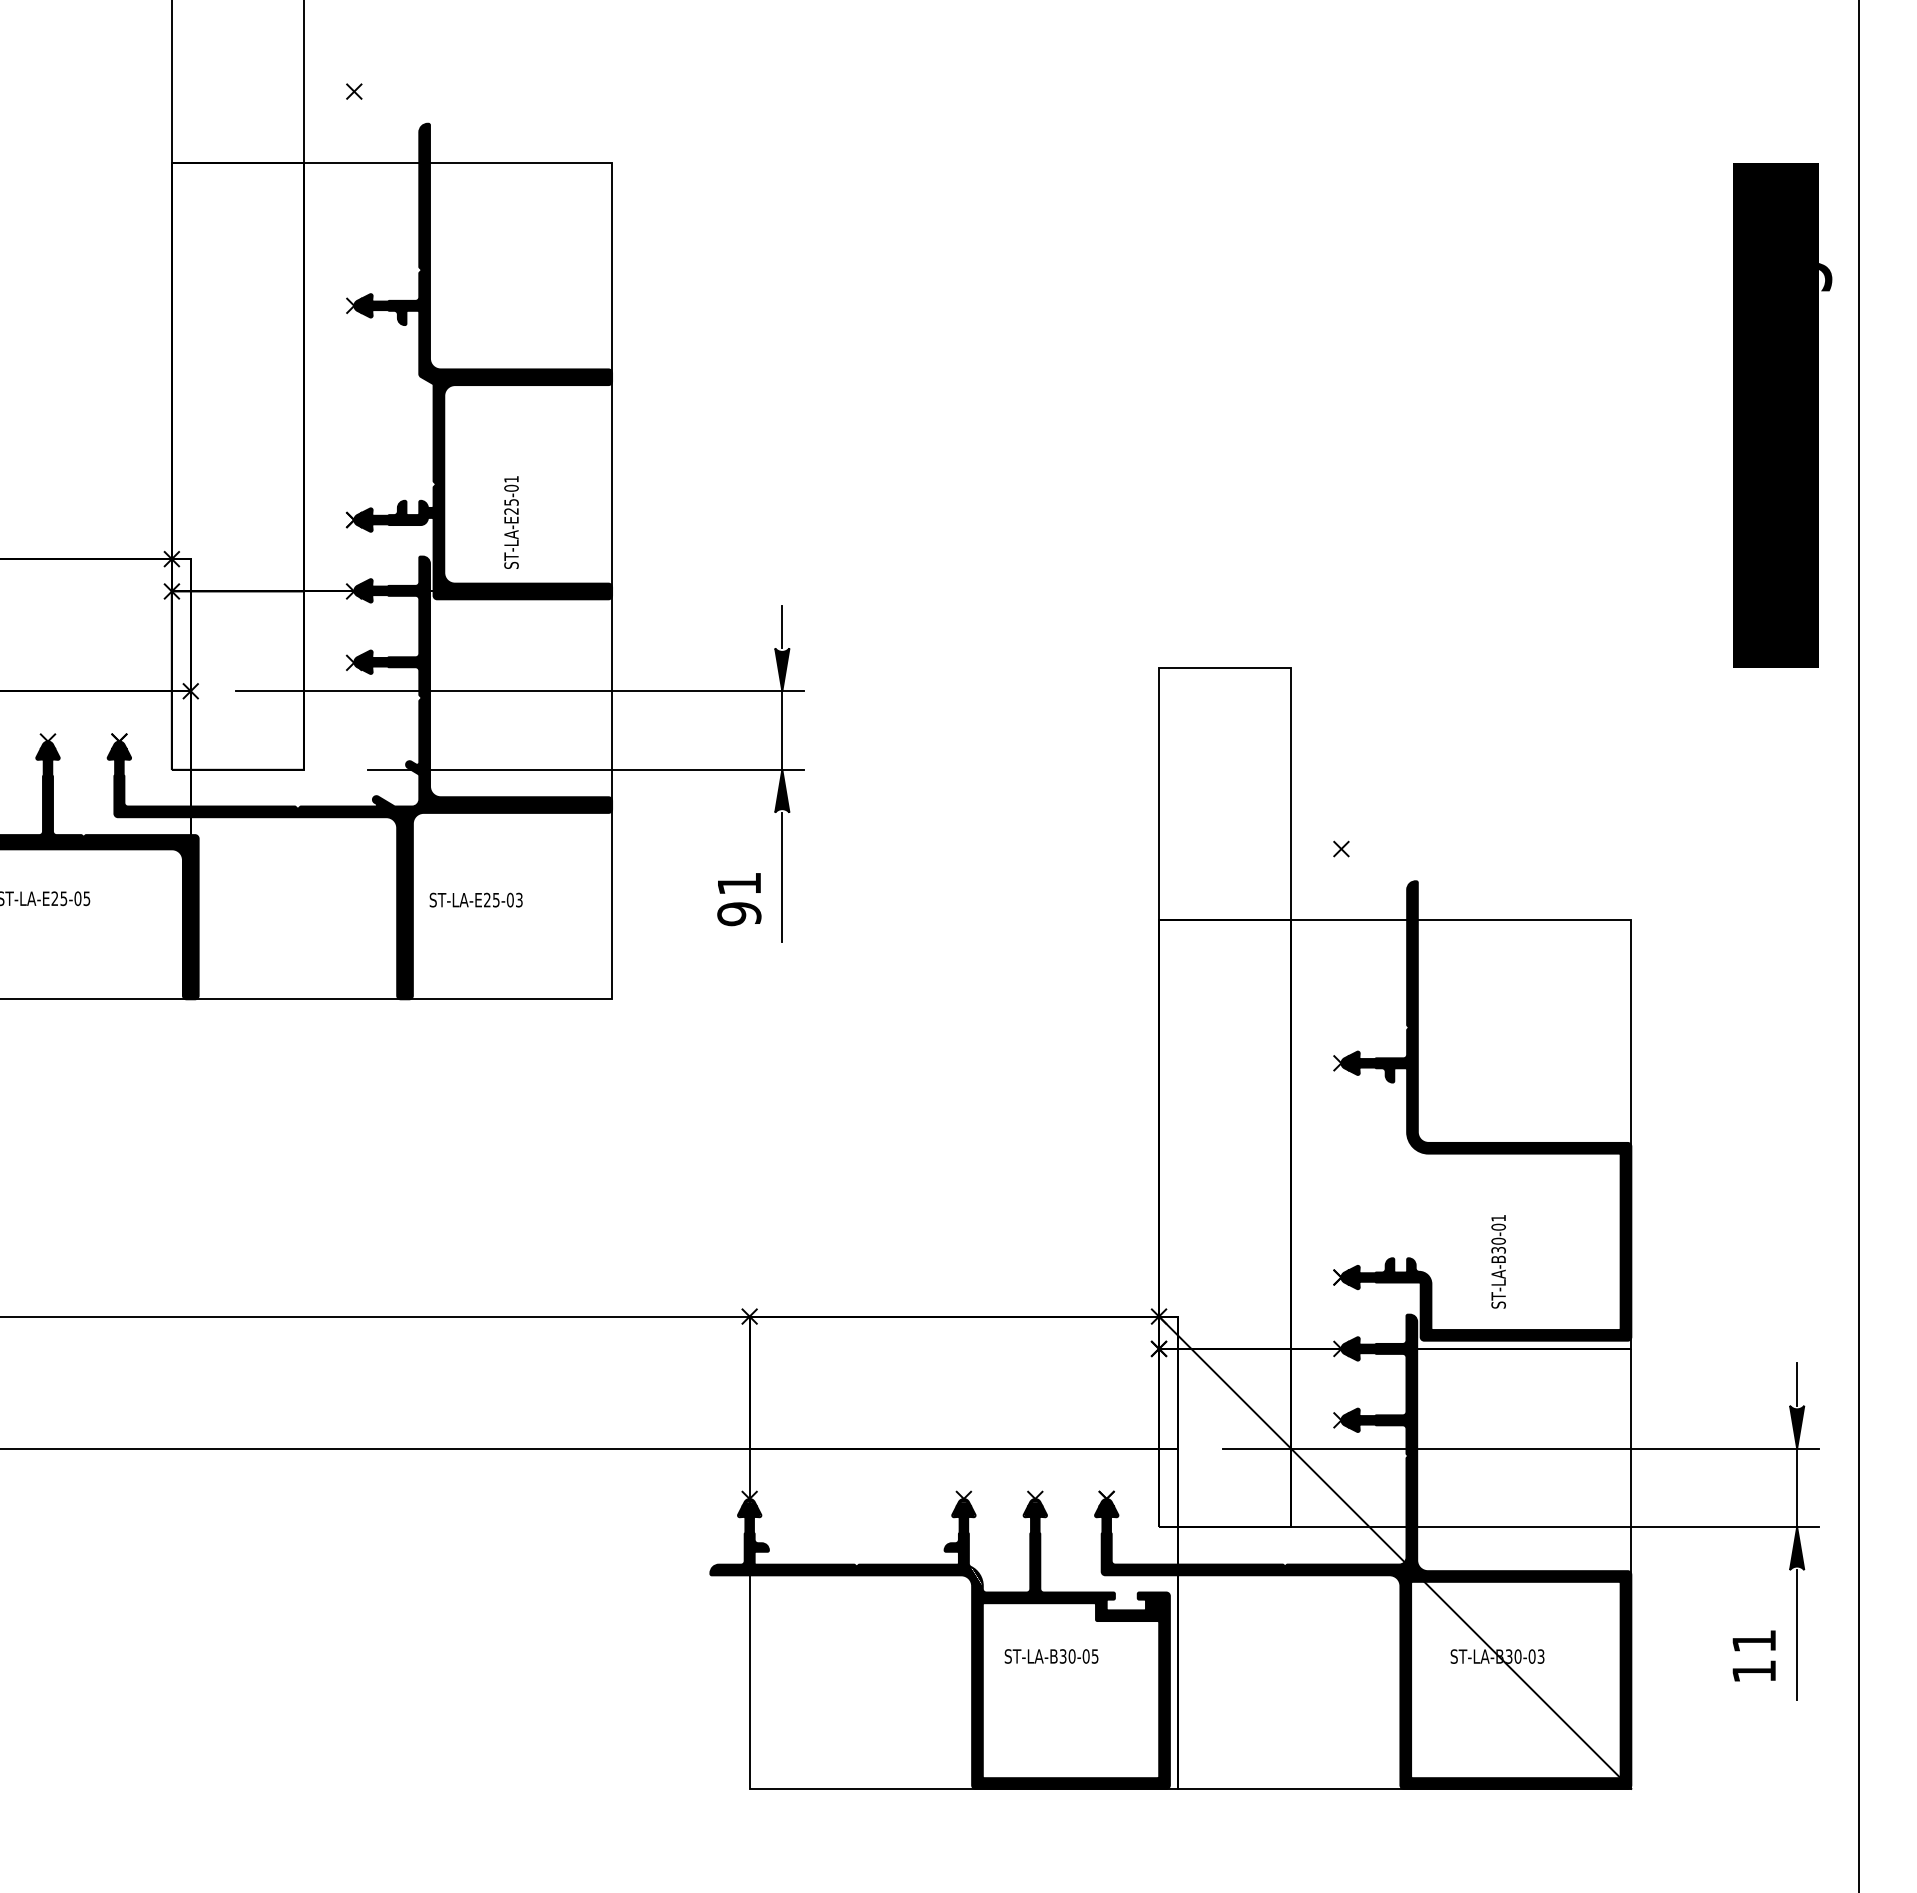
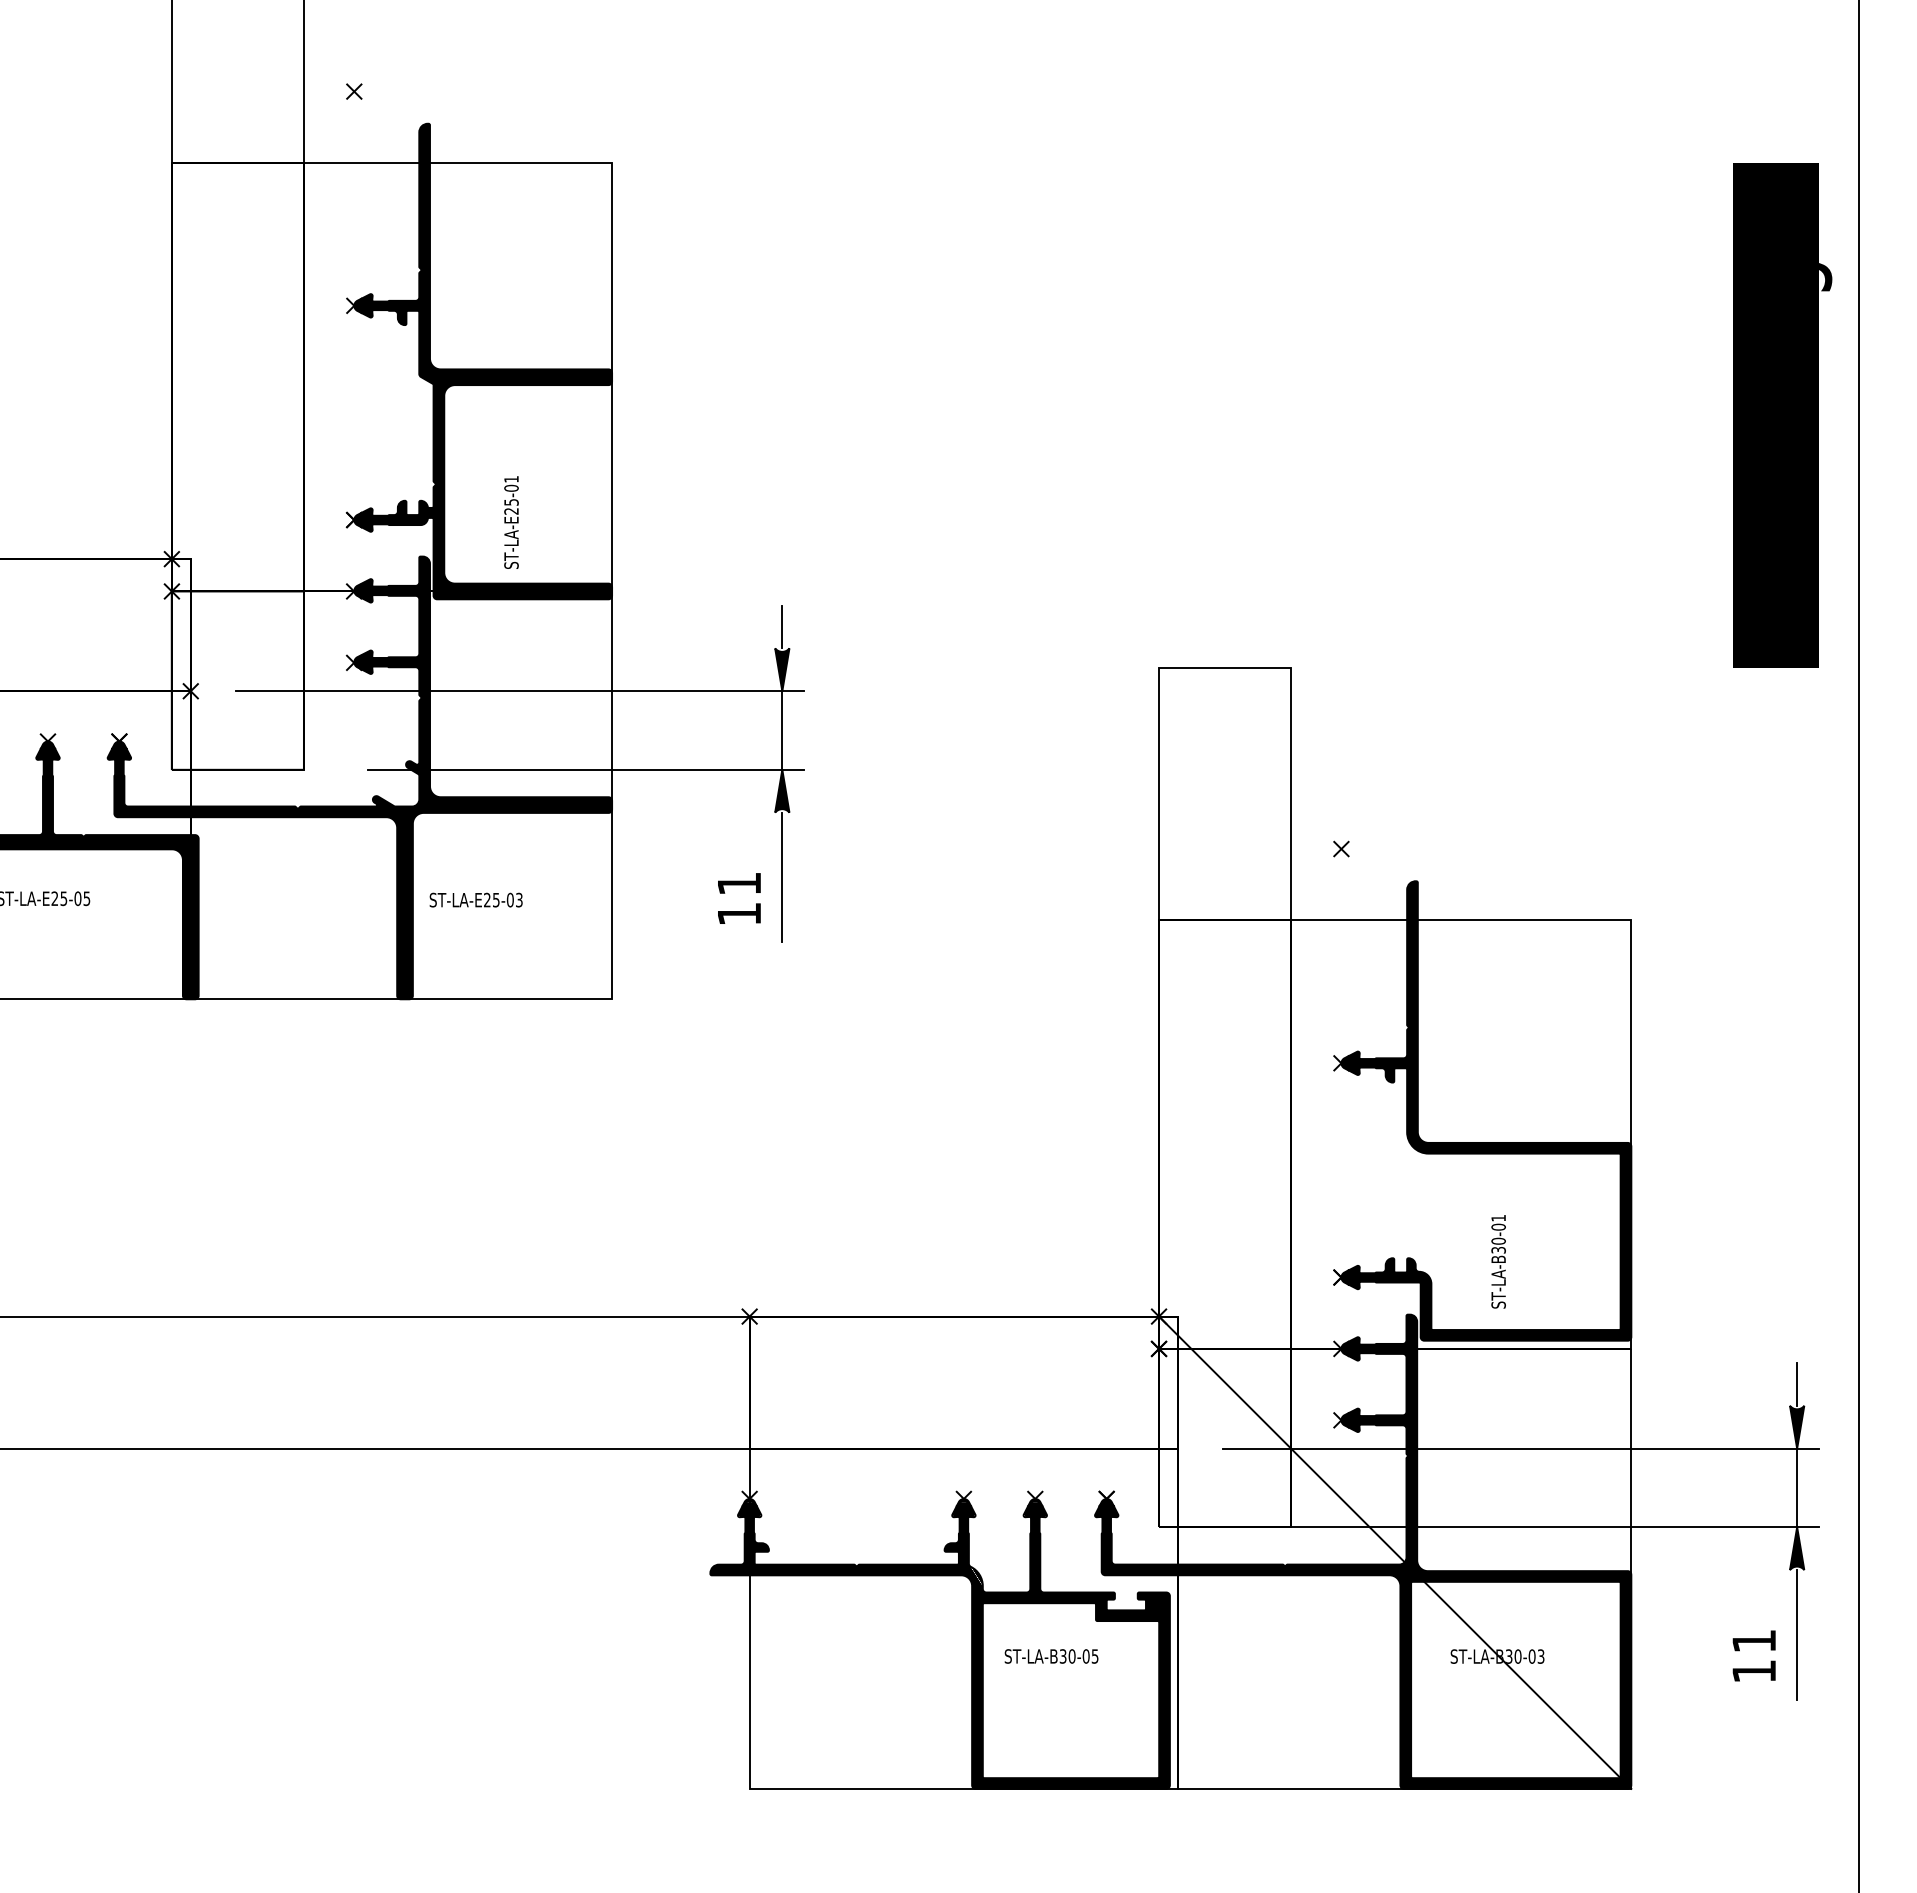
text at (739, 914): 91 -> 11
